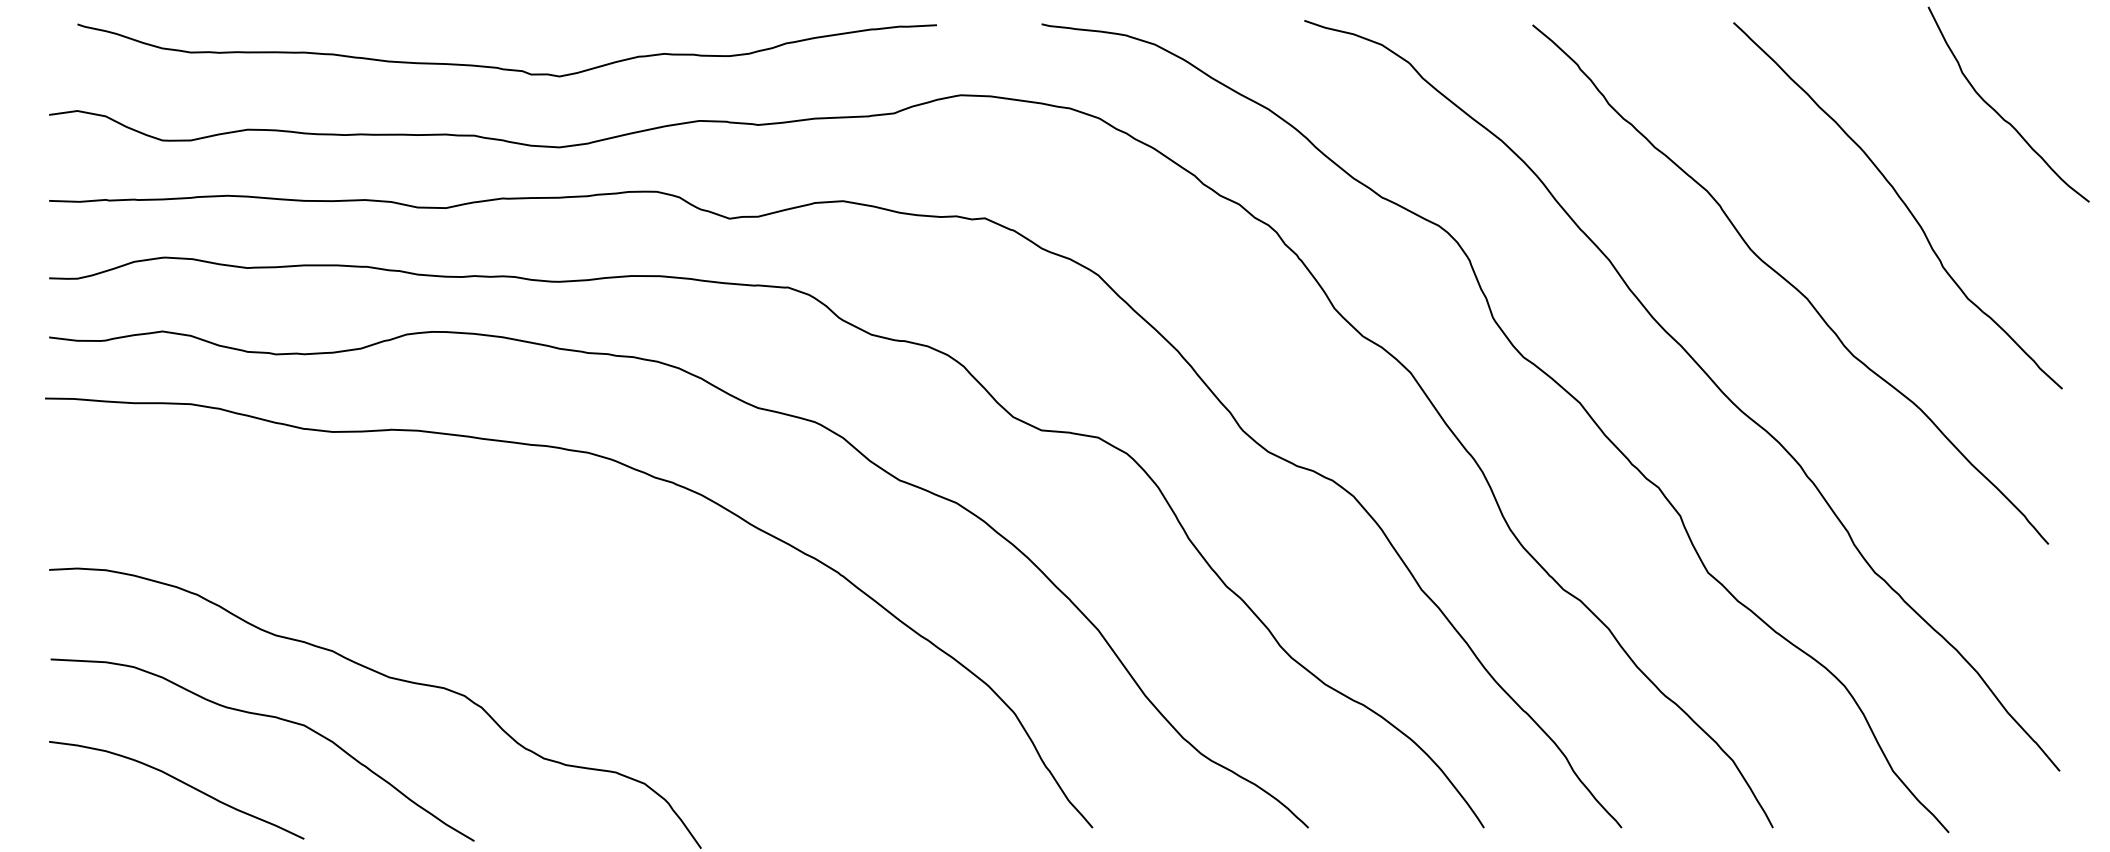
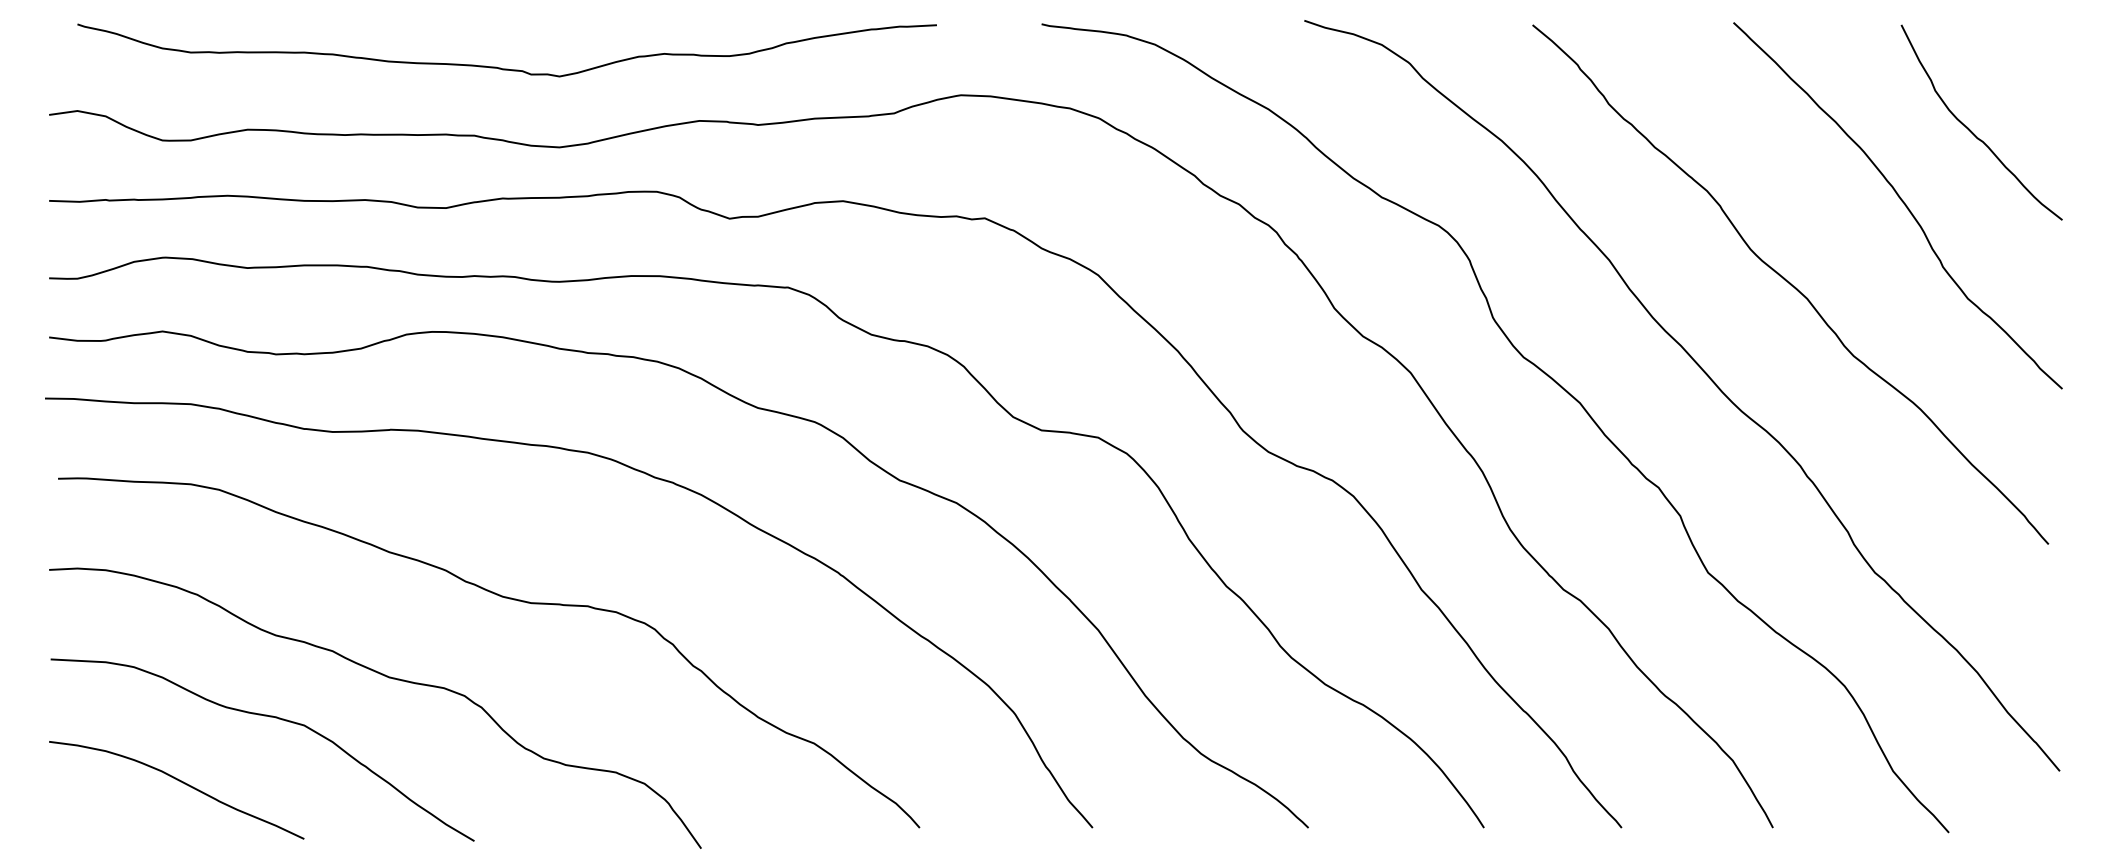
curve at (1999, 113) position: (1999, 113) -> (1972, 131)
curve at (501, 597): none -> present
